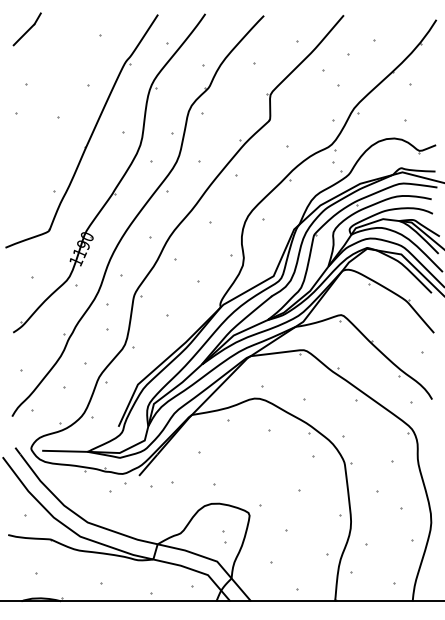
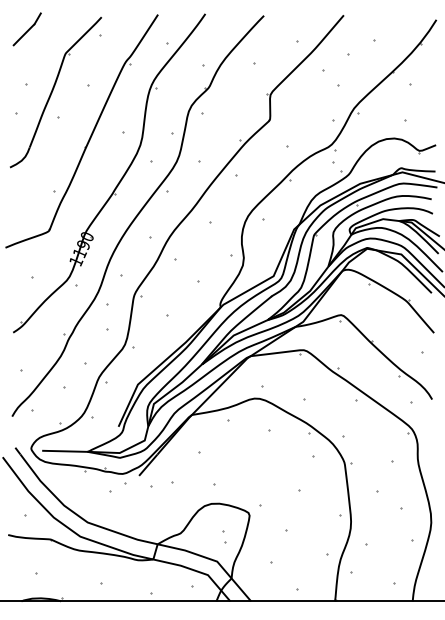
part at (55, 92): none -> present
